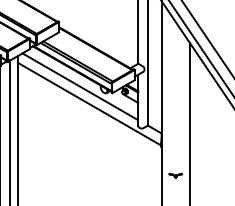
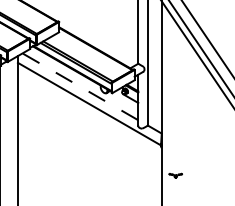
line at (80, 86): solid -> dashed
line at (189, 122): present -> none
line at (10, 131): present -> none
